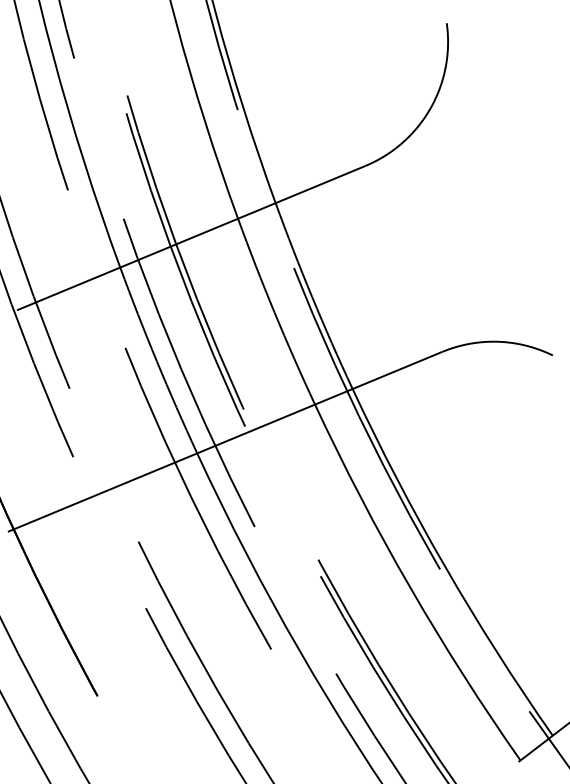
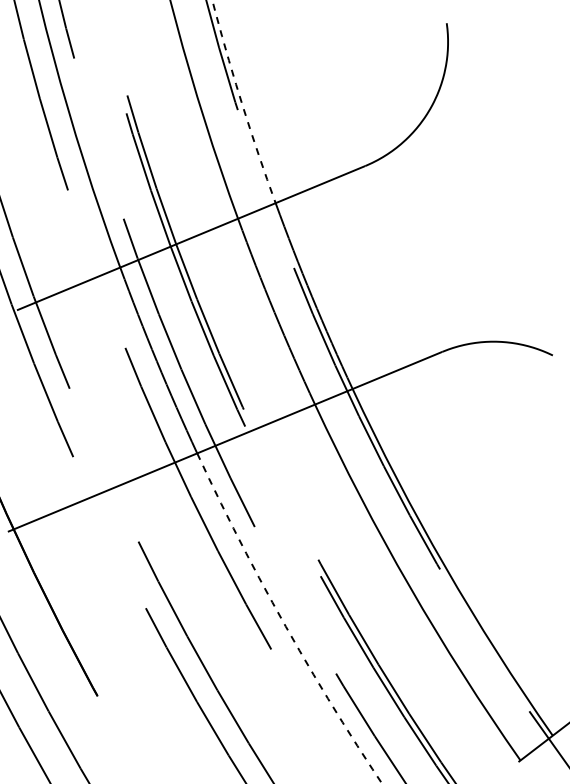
arc at (241, 102): solid -> dashed
arc at (283, 622): solid -> dashed
